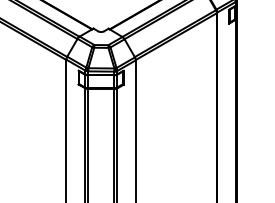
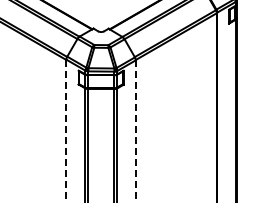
line at (66, 131): solid -> dashed
line at (135, 131): solid -> dashed
